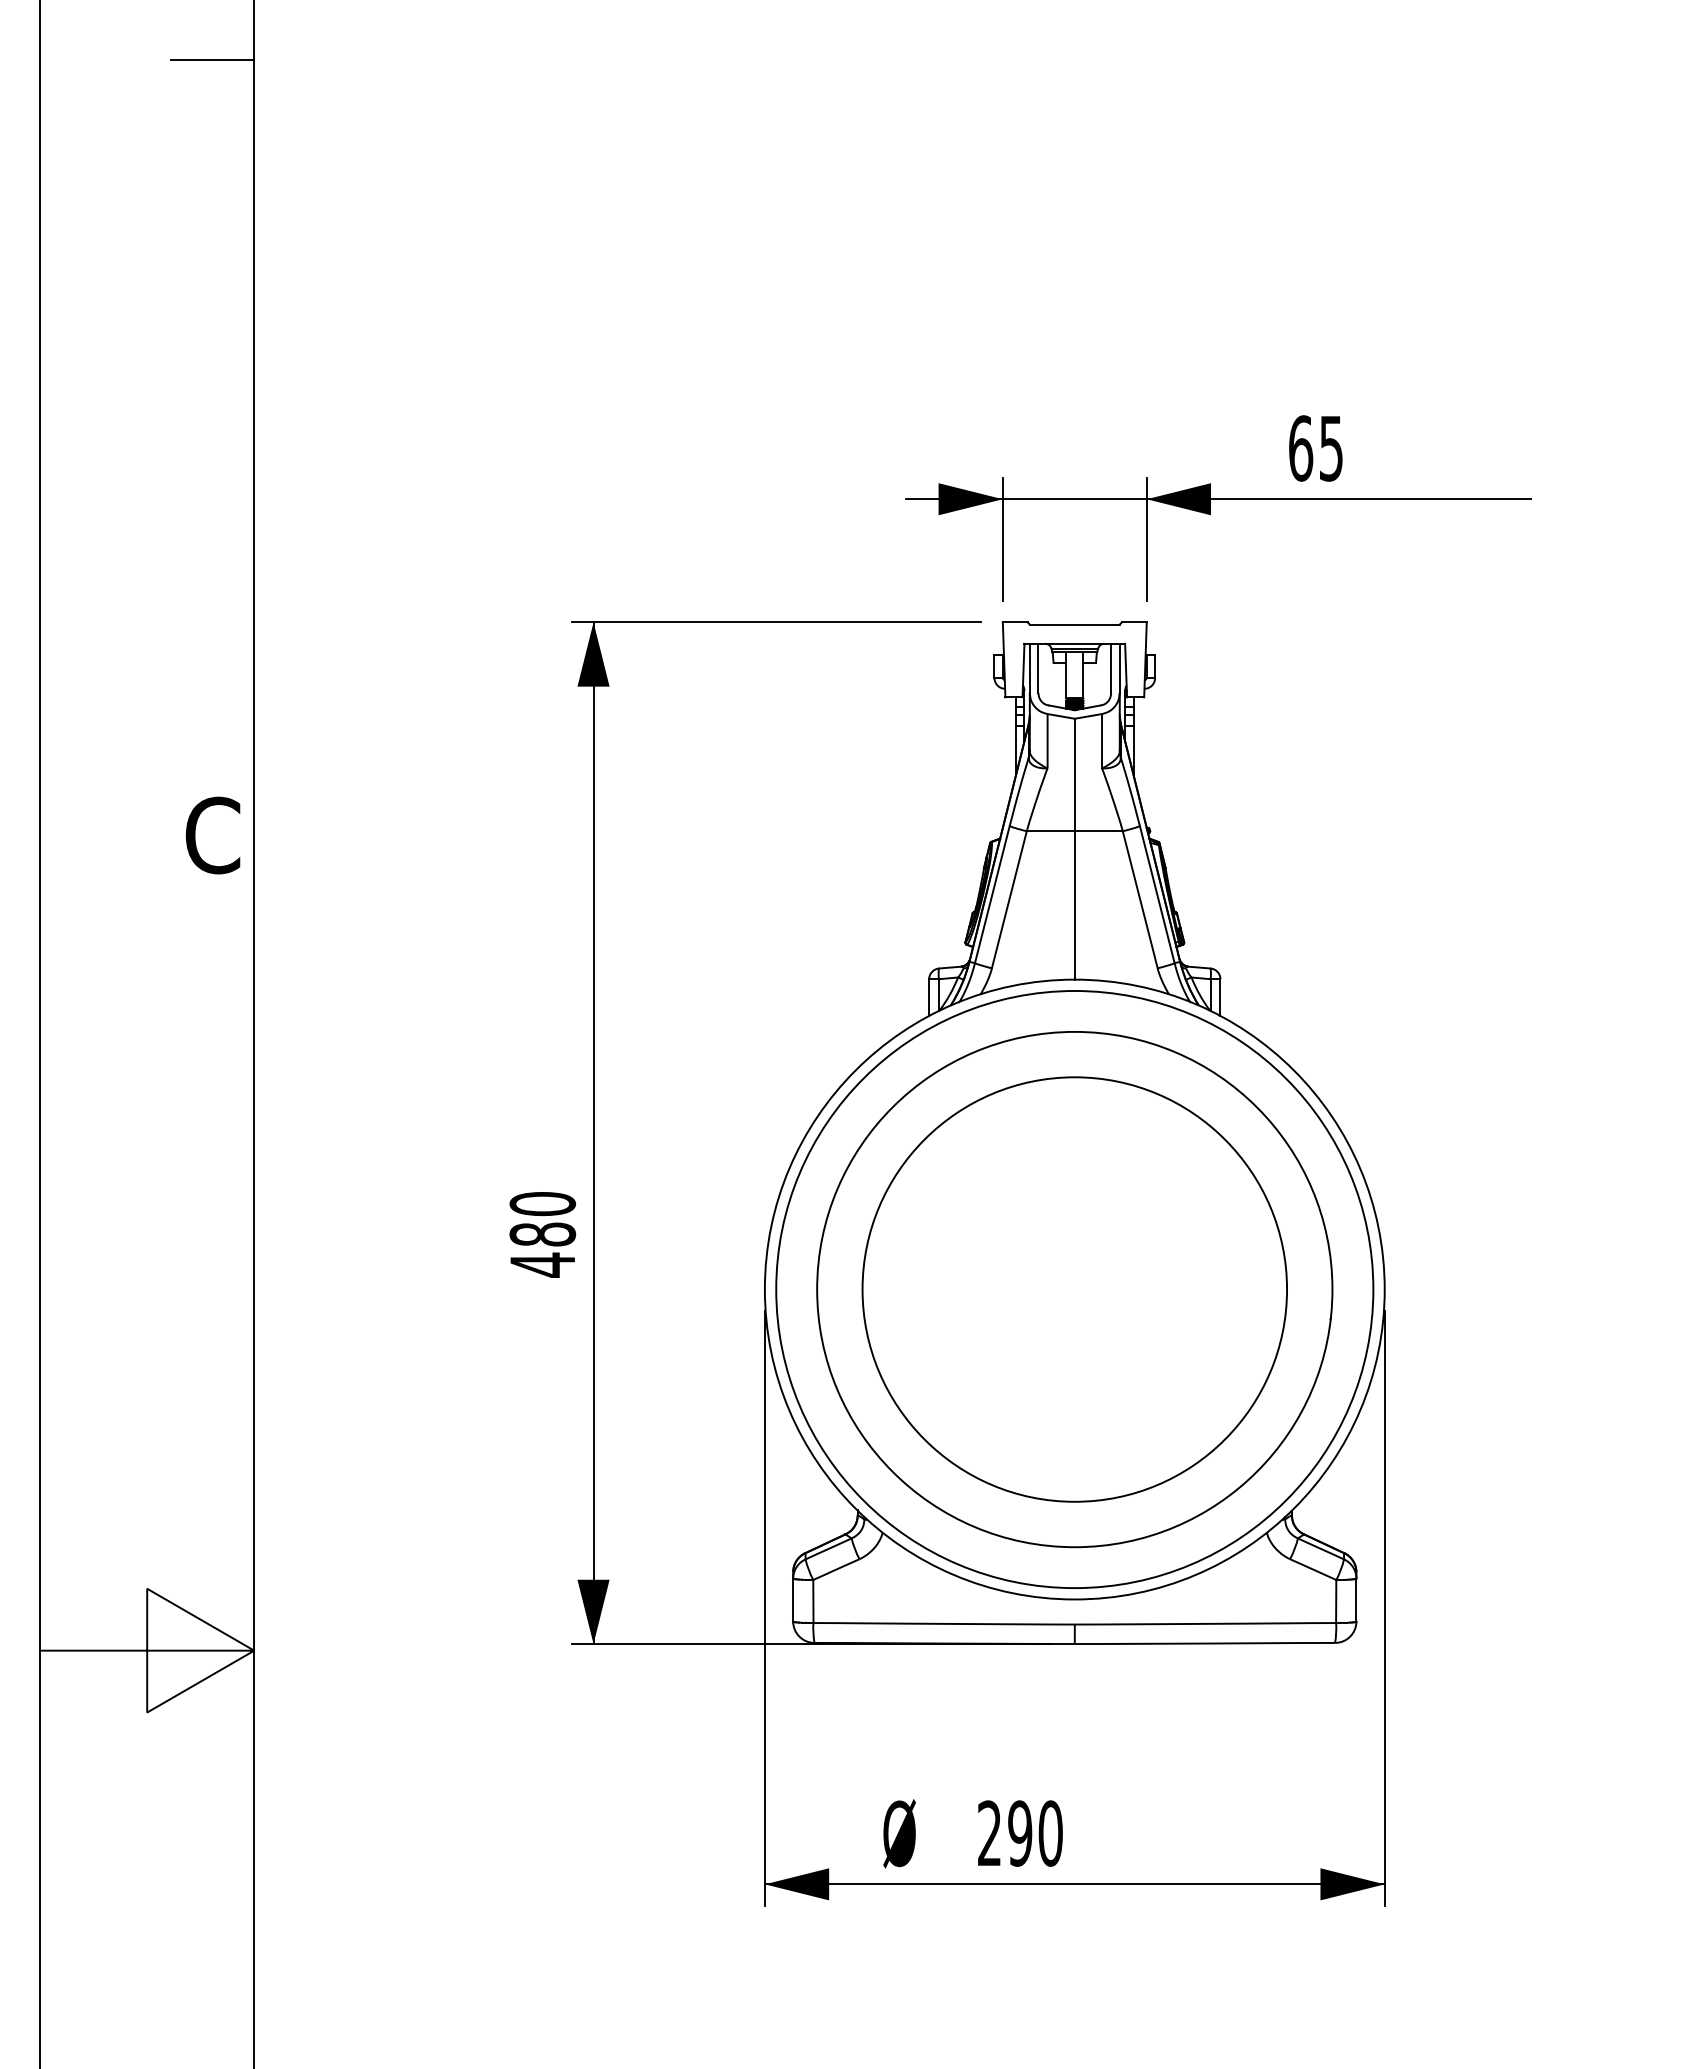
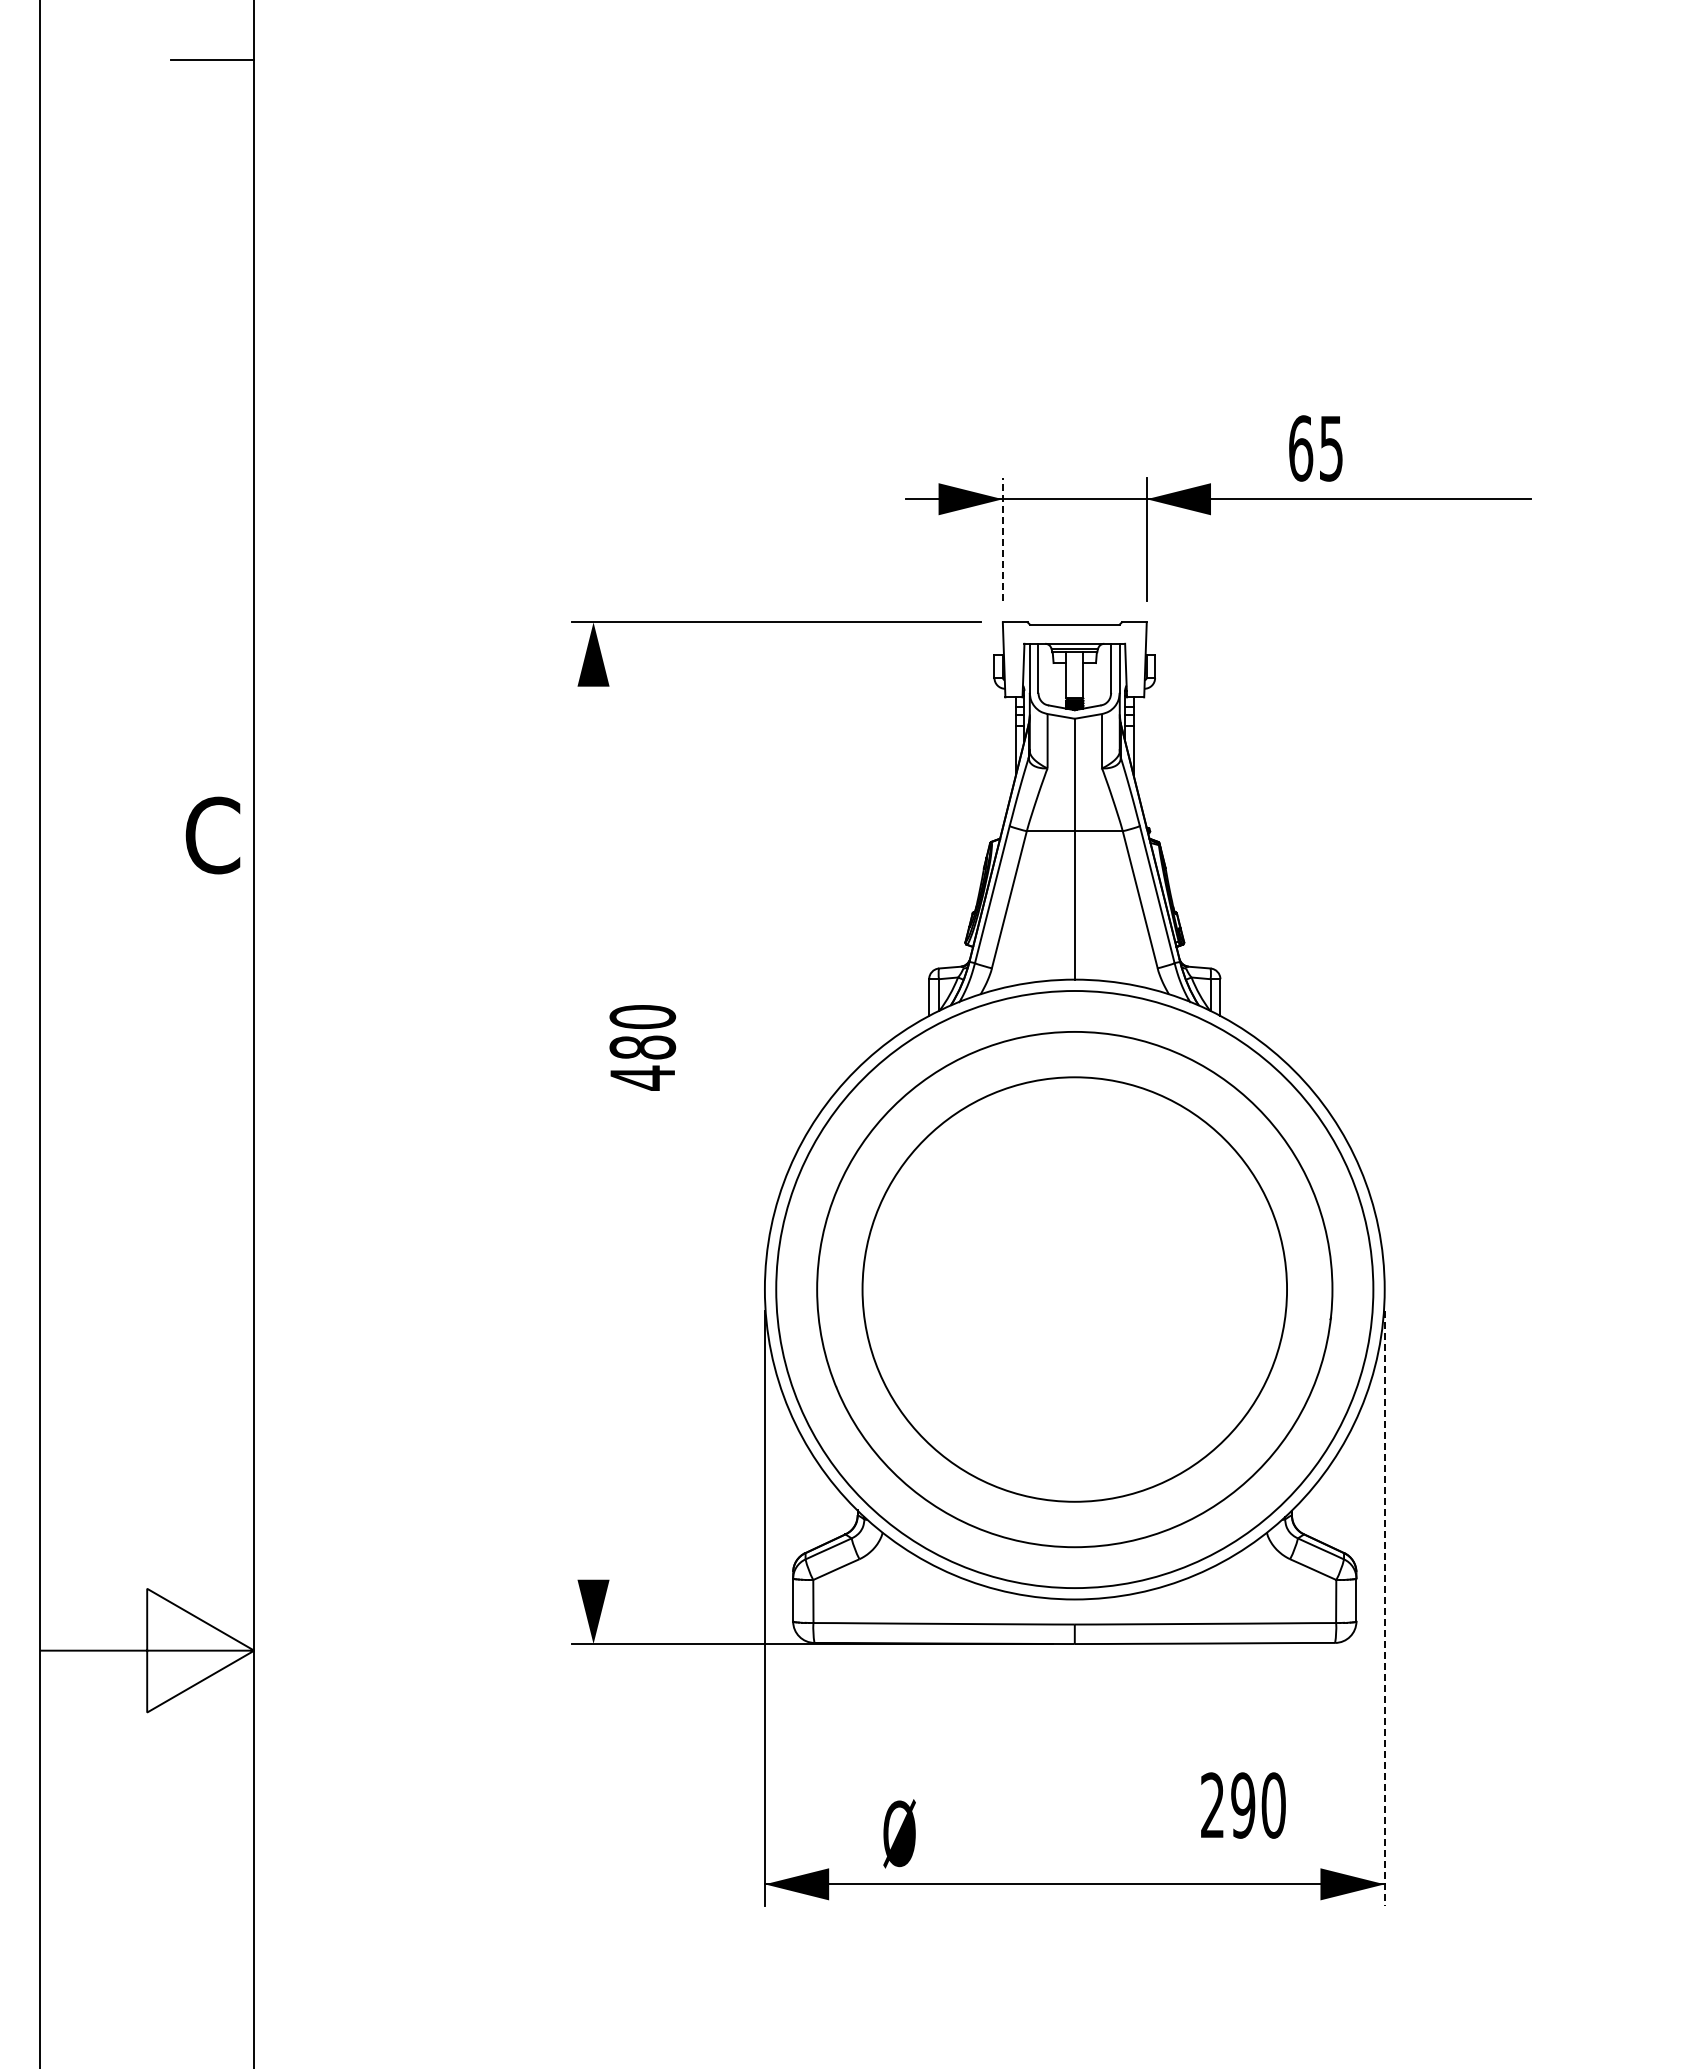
line at (1002, 539): solid -> dashed
line at (593, 1133): present -> none
text at (542, 1234) position: (542, 1234) -> (642, 1047)
line at (1384, 1608): solid -> dashed
text at (1020, 1833) position: (1020, 1833) -> (1243, 1805)
